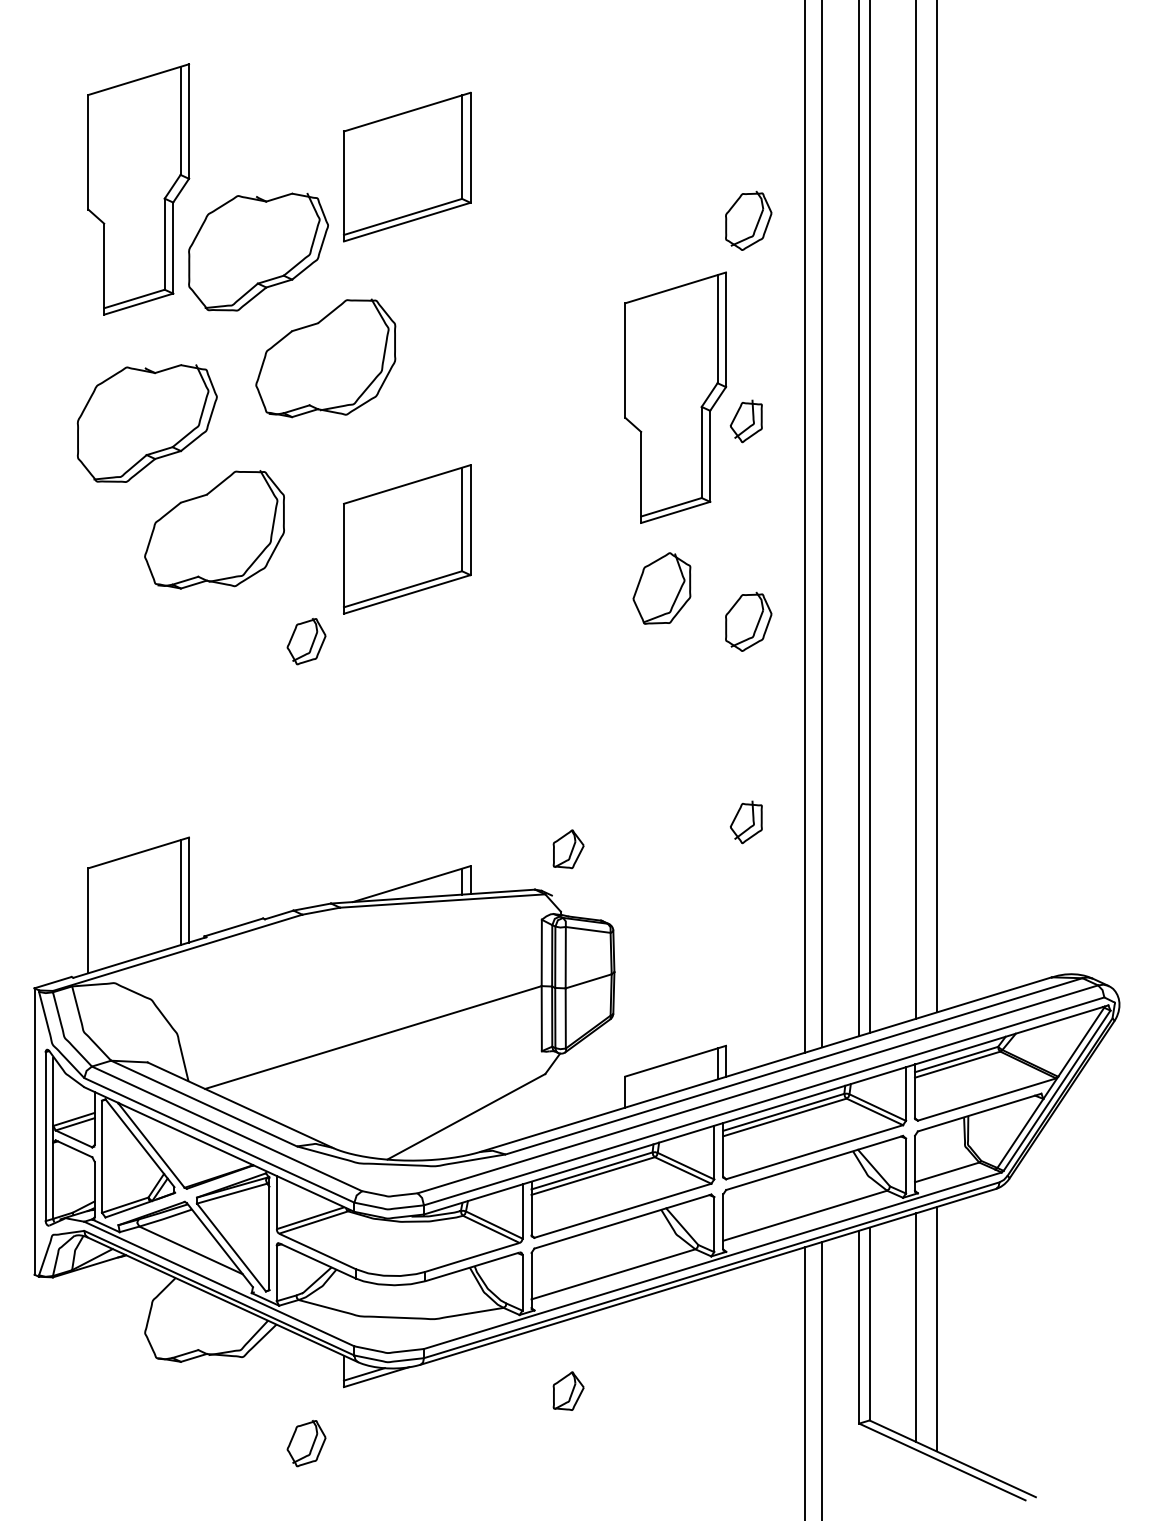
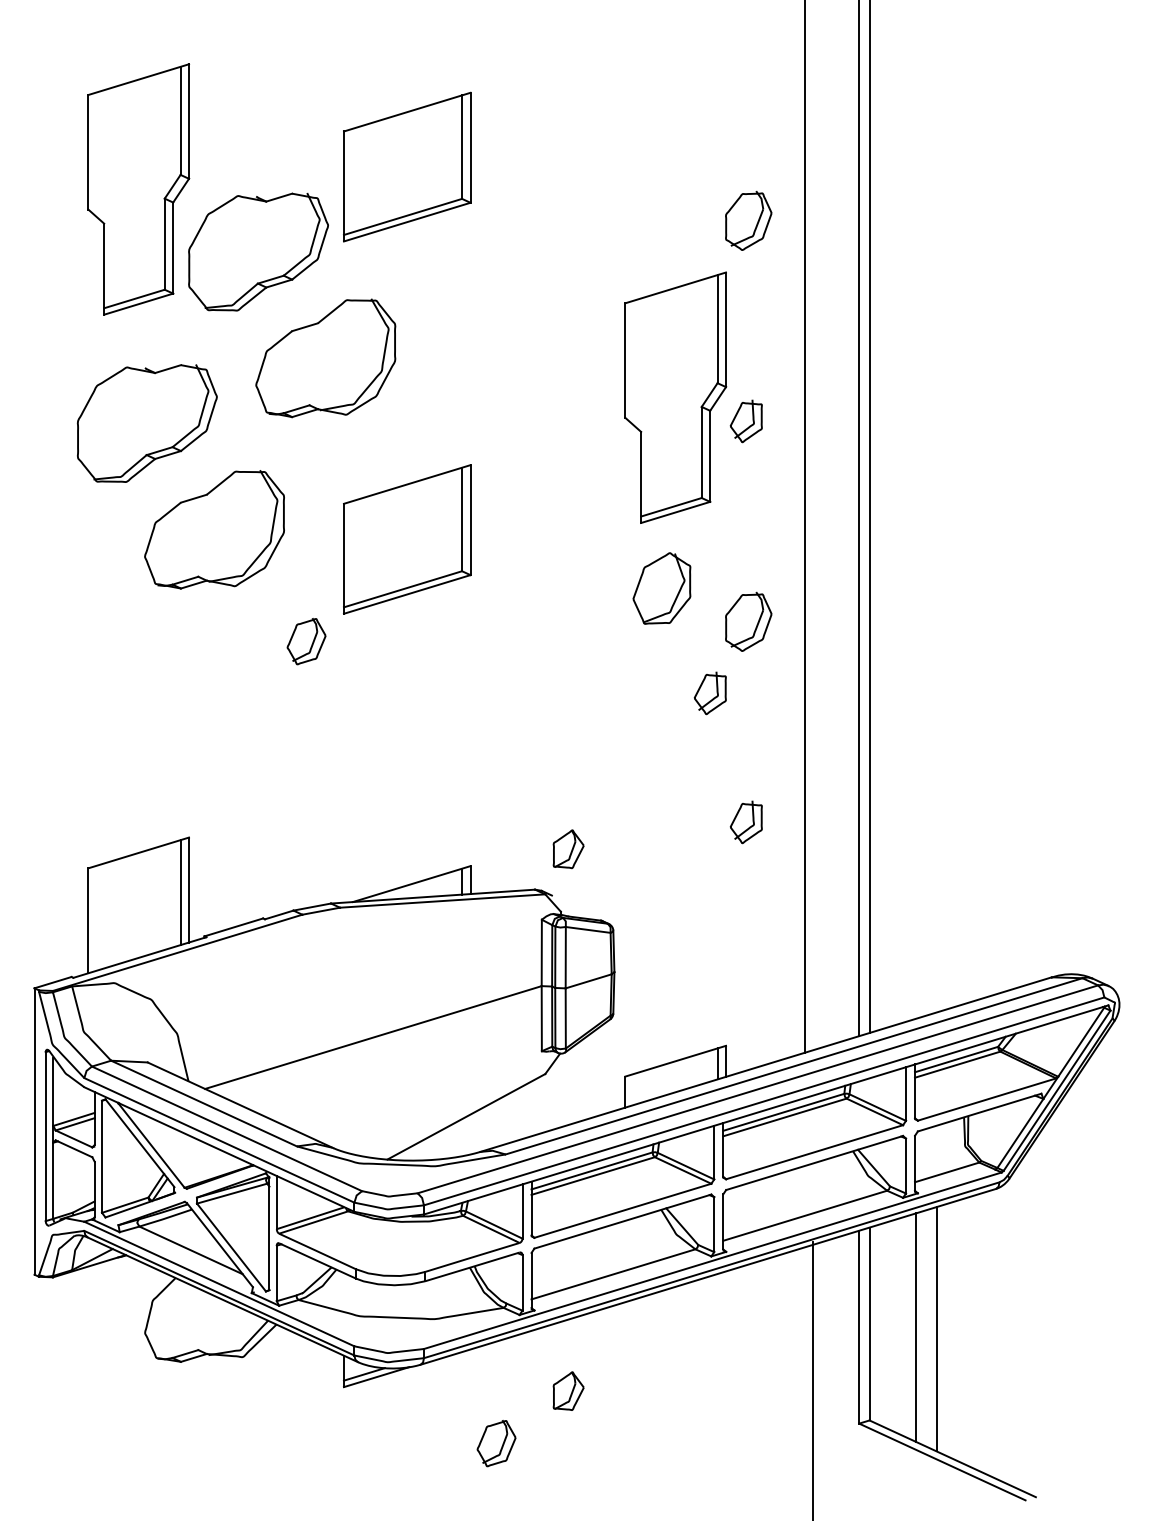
line at (936, 507): present -> none
line at (915, 510): present -> none
line at (822, 524): present -> none
part at (709, 693): none -> present
line at (822, 1379) position: (822, 1379) -> (813, 1379)
line at (804, 1382): present -> none
part at (306, 1443) position: (306, 1443) -> (496, 1443)
